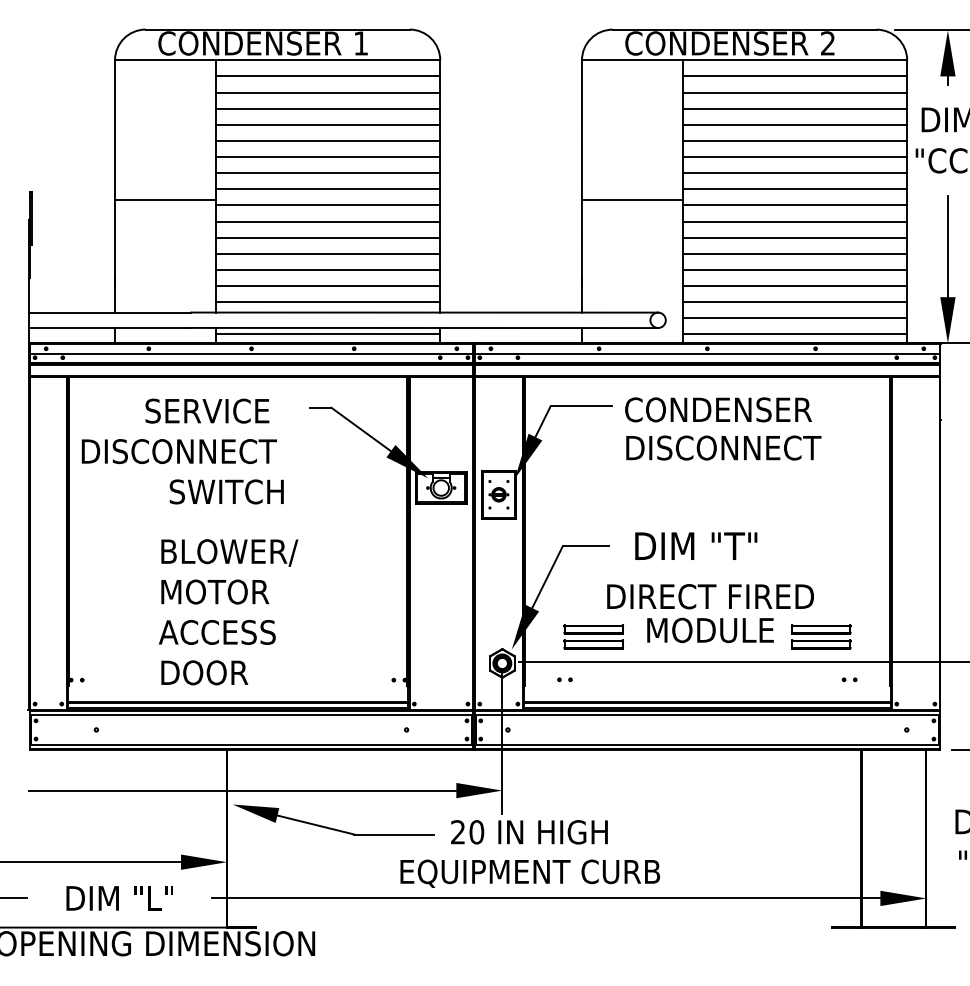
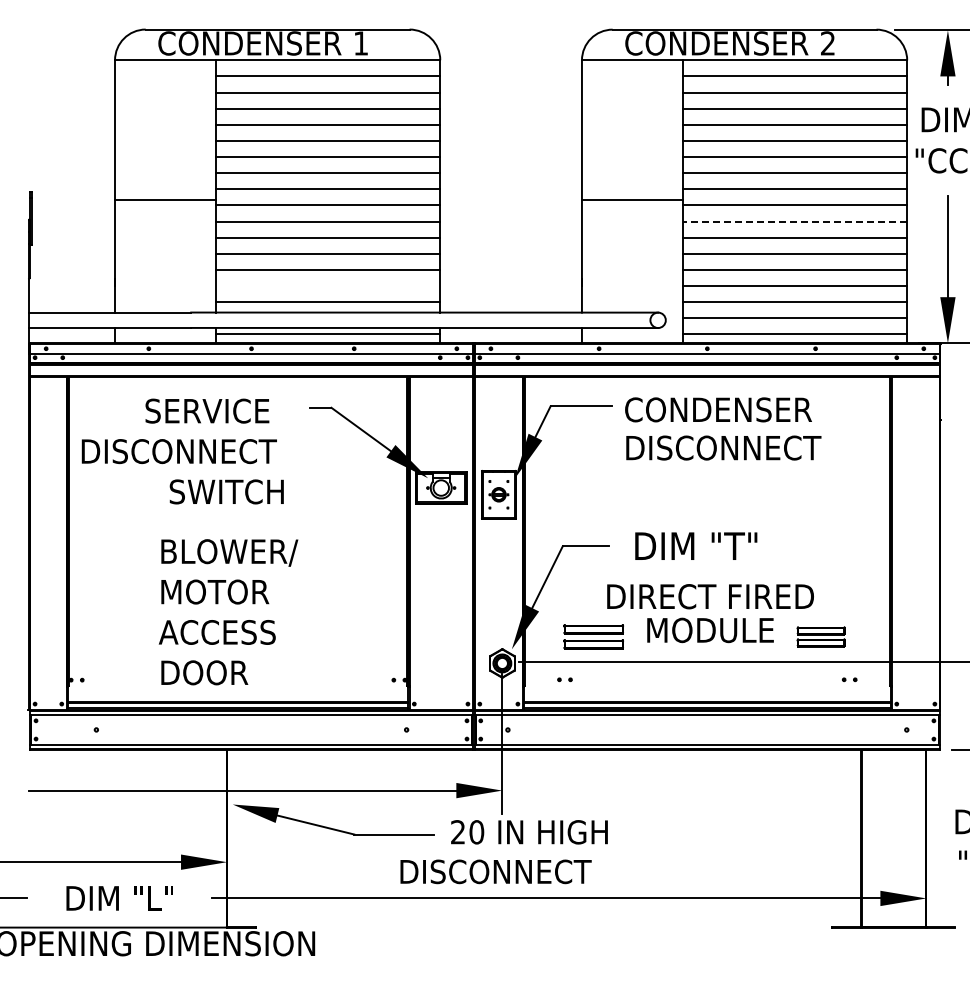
line at (794, 221): solid -> dashed
line at (328, 286): present -> none
part at (821, 636) size: 61x26 px -> 50x22 px
text at (531, 873): EQUIPMENT CURB -> DISCONNECT
